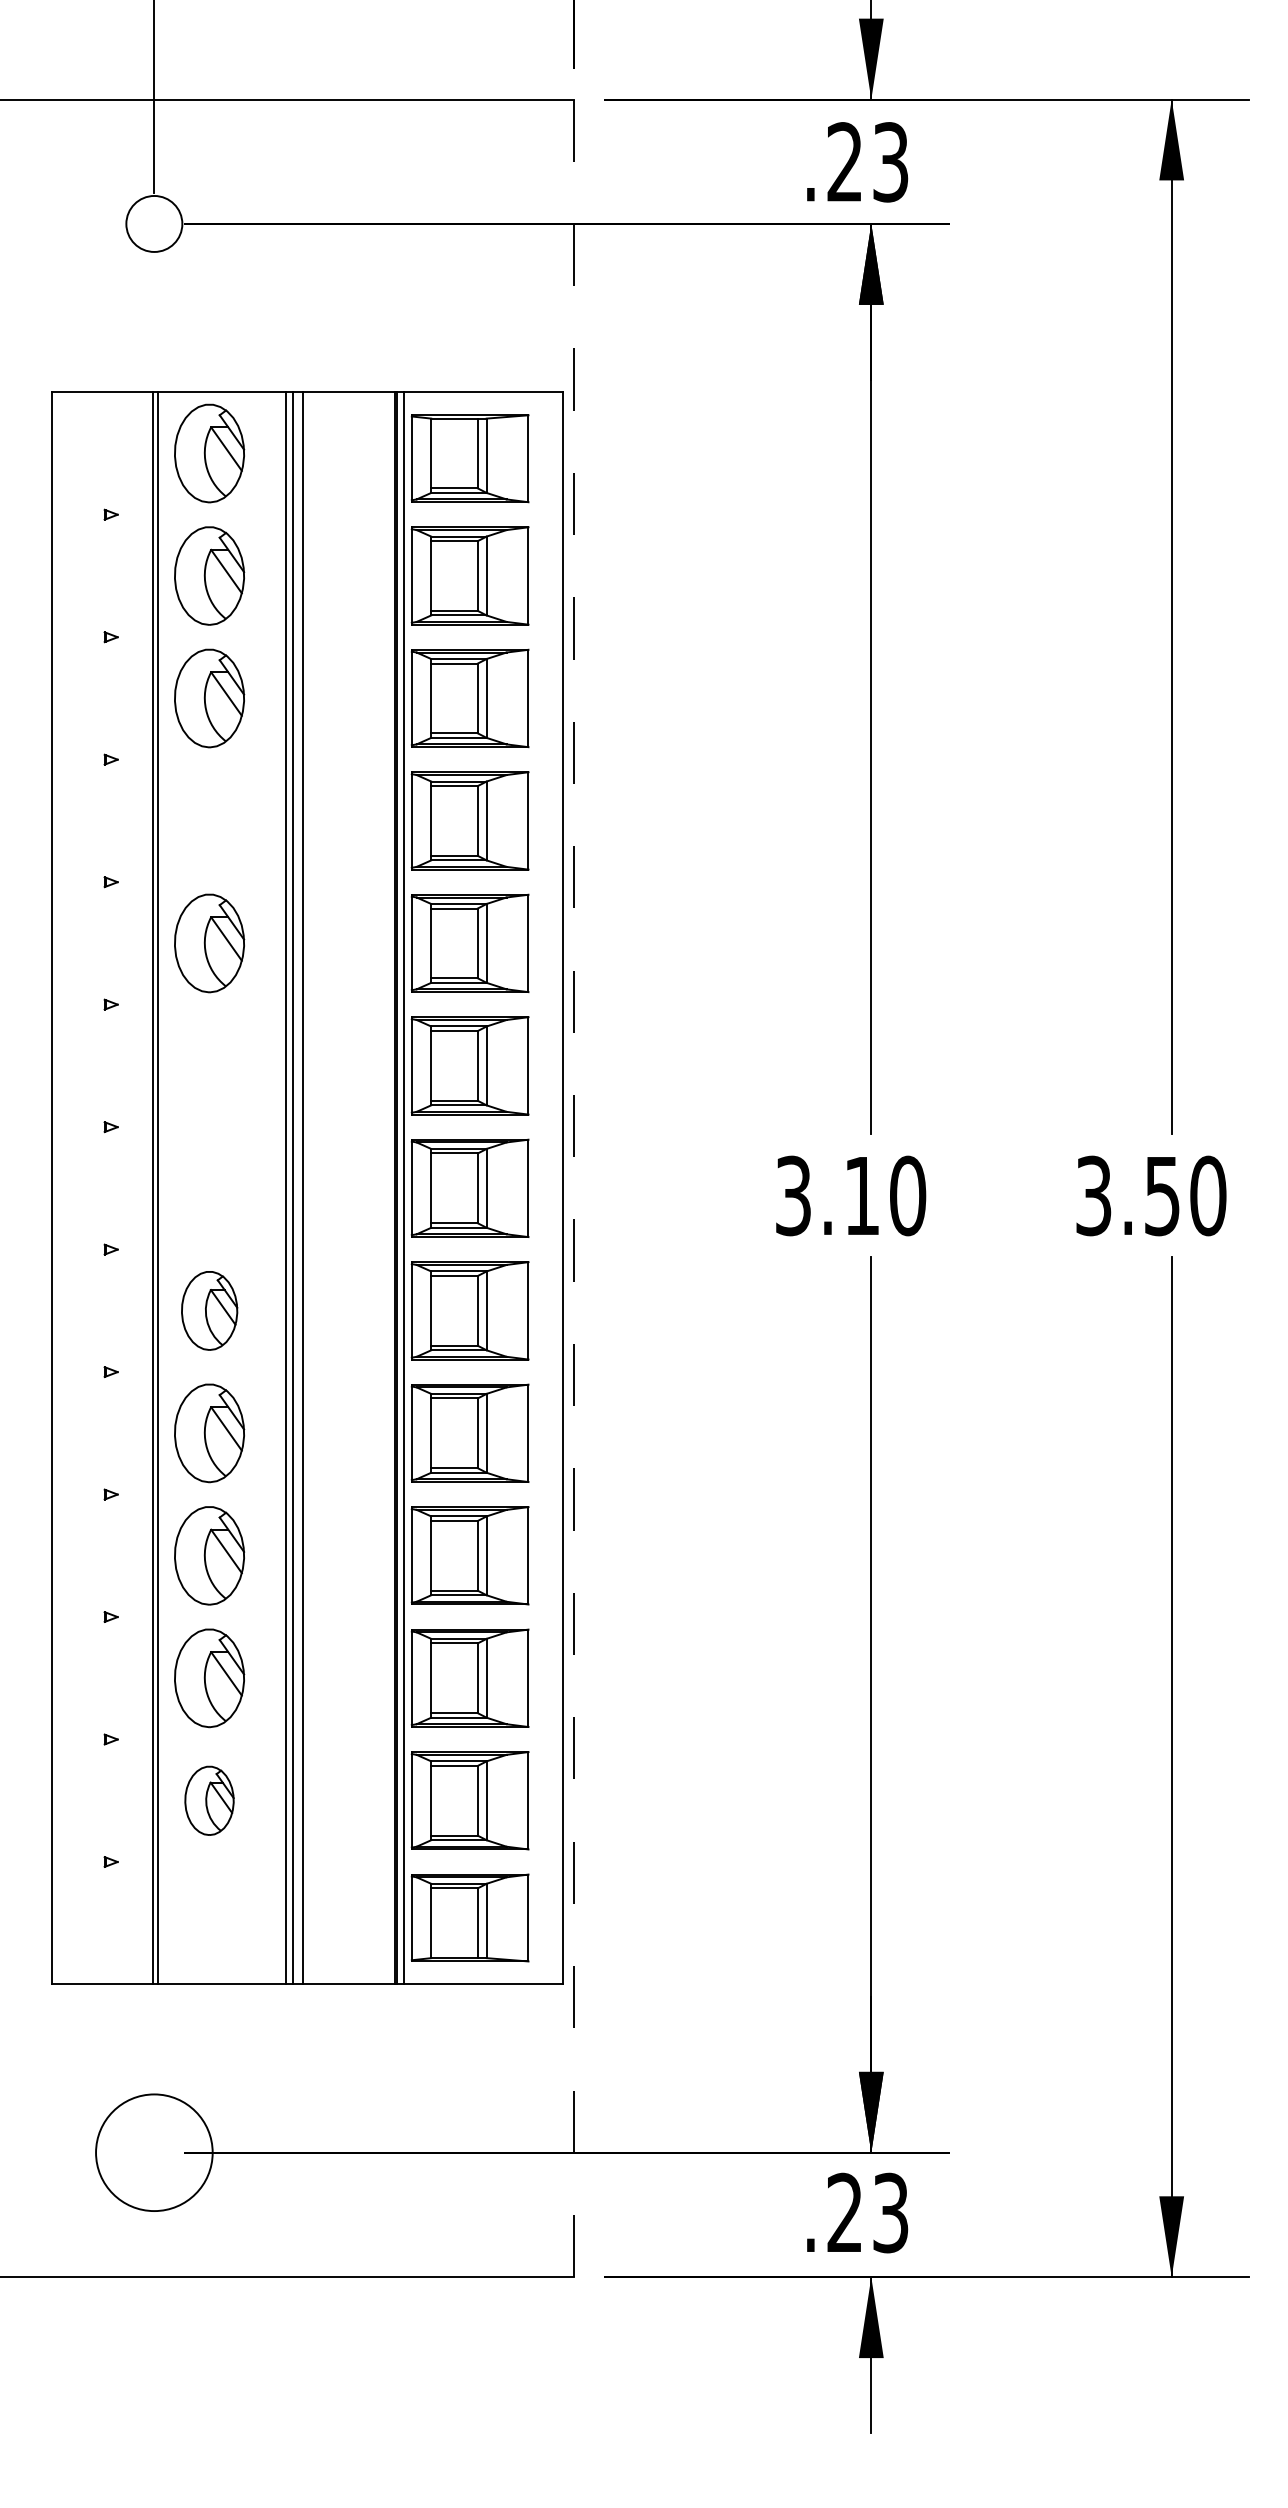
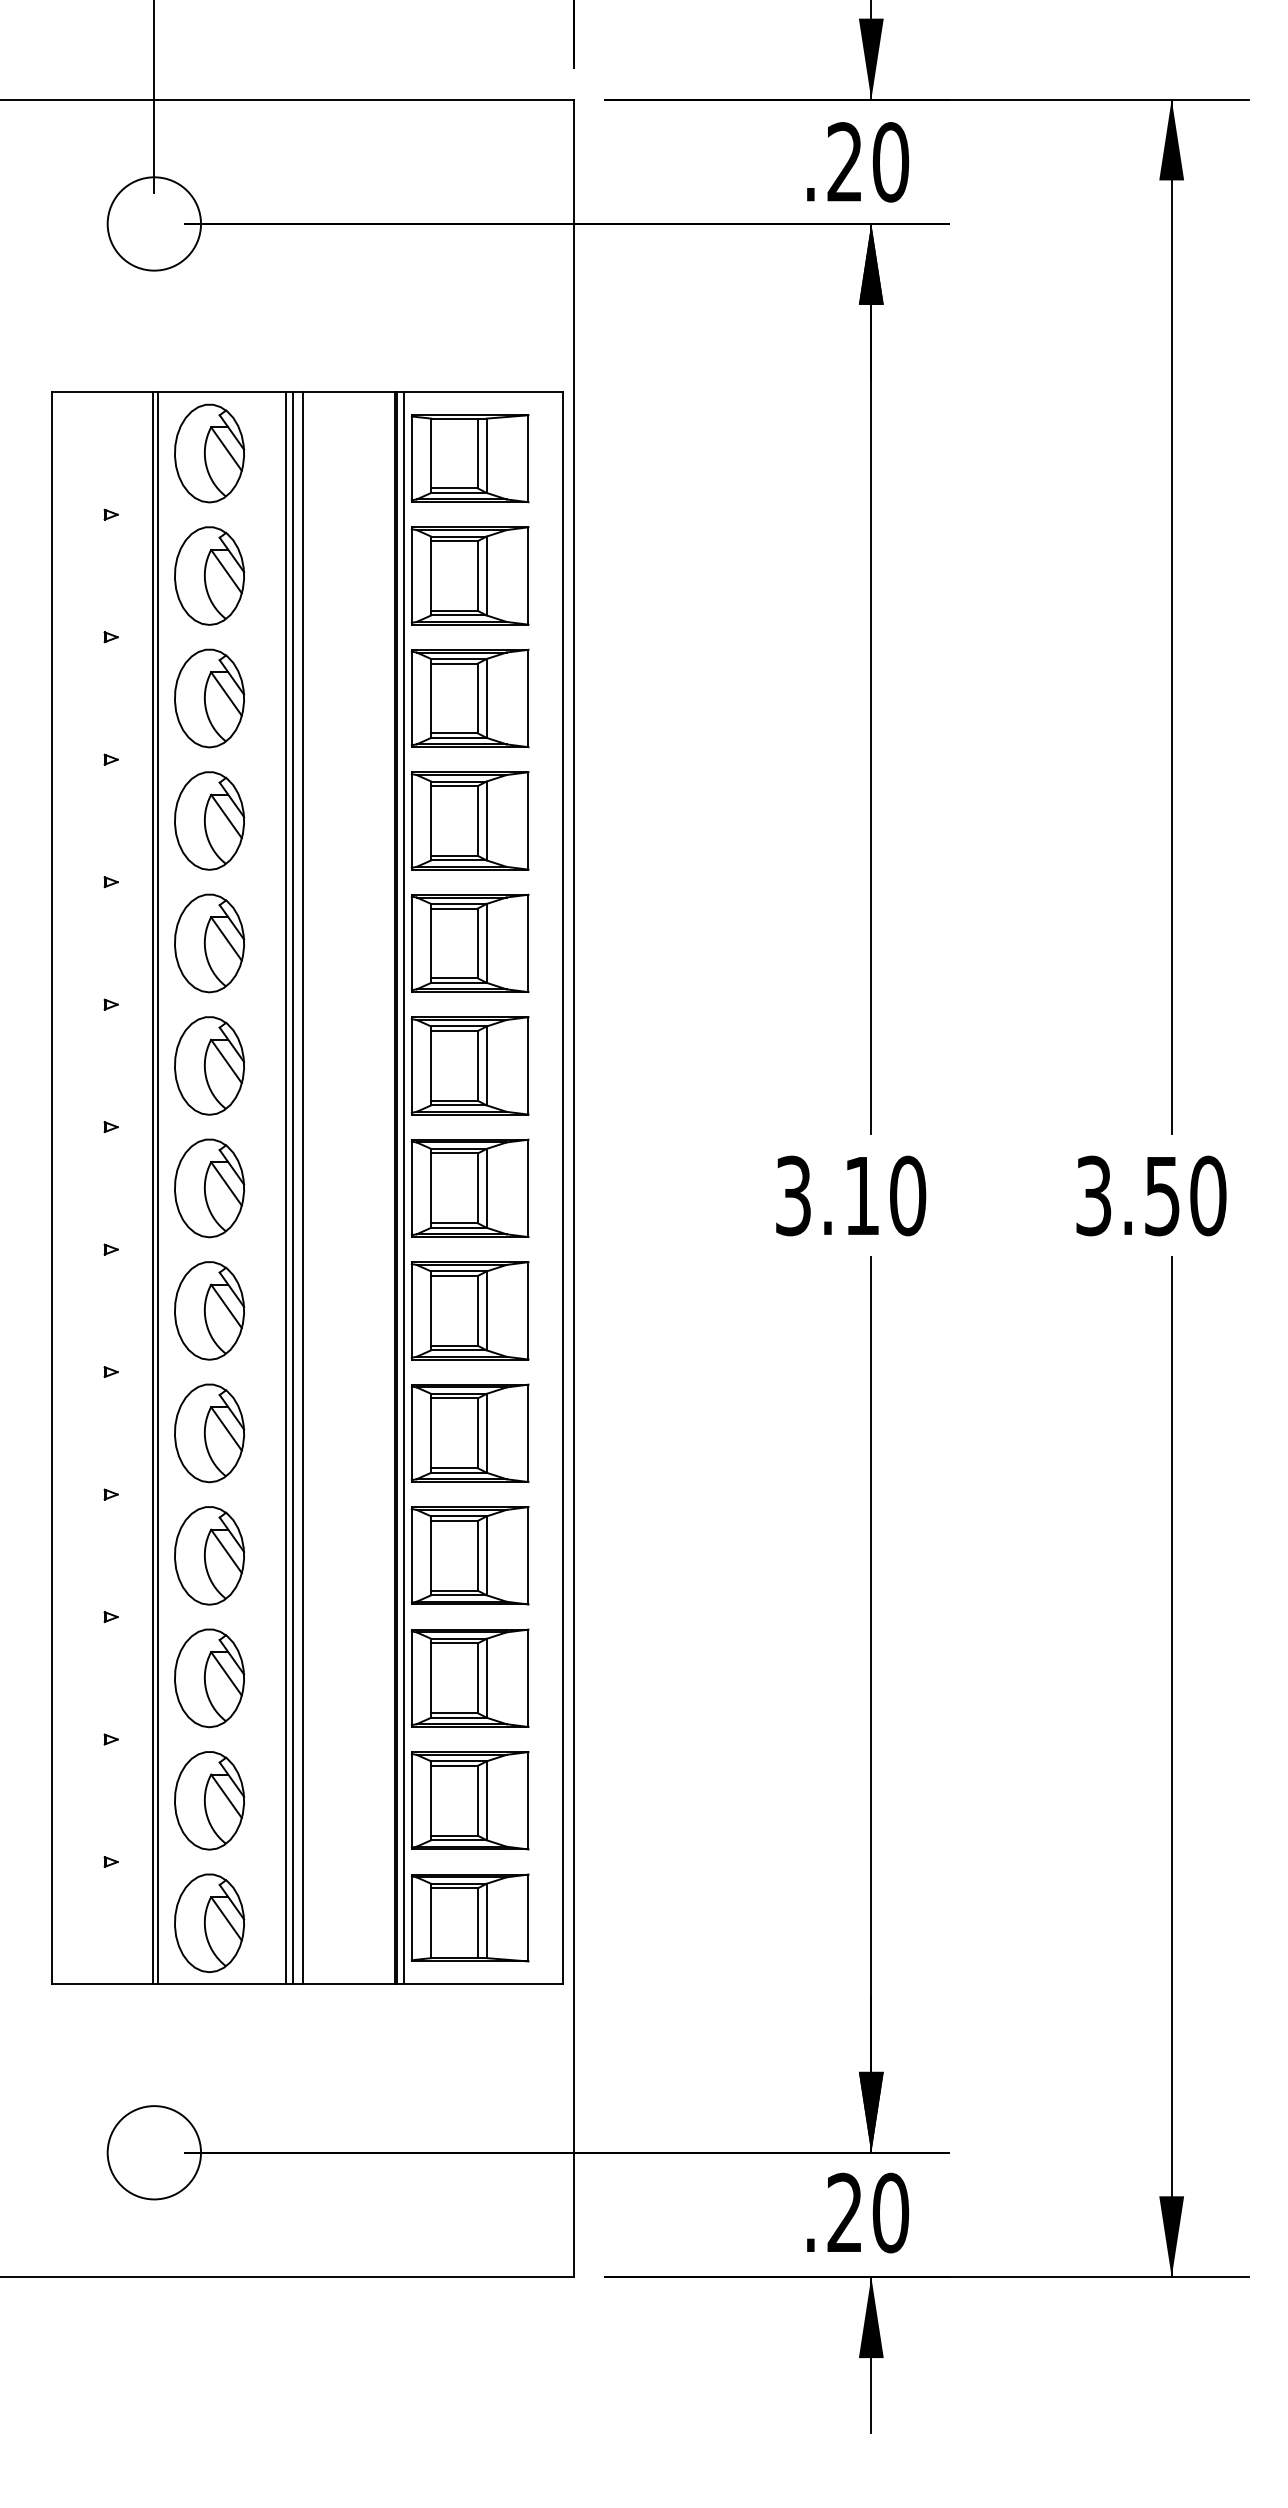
text at (890, 162): .23 -> .20
circle at (154, 223) diameter: 56 px -> 93 px
part at (209, 820): none -> present
part at (209, 1065): none -> present
part at (209, 1188): none -> present
line at (574, 1188): dashed -> solid
part at (209, 1310) size: 58x80 px -> 72x100 px
part at (209, 1800) size: 51x71 px -> 71x100 px
part at (209, 1923): none -> present
circle at (154, 2152) diameter: 117 px -> 93 px
text at (890, 2212): .23 -> .20
